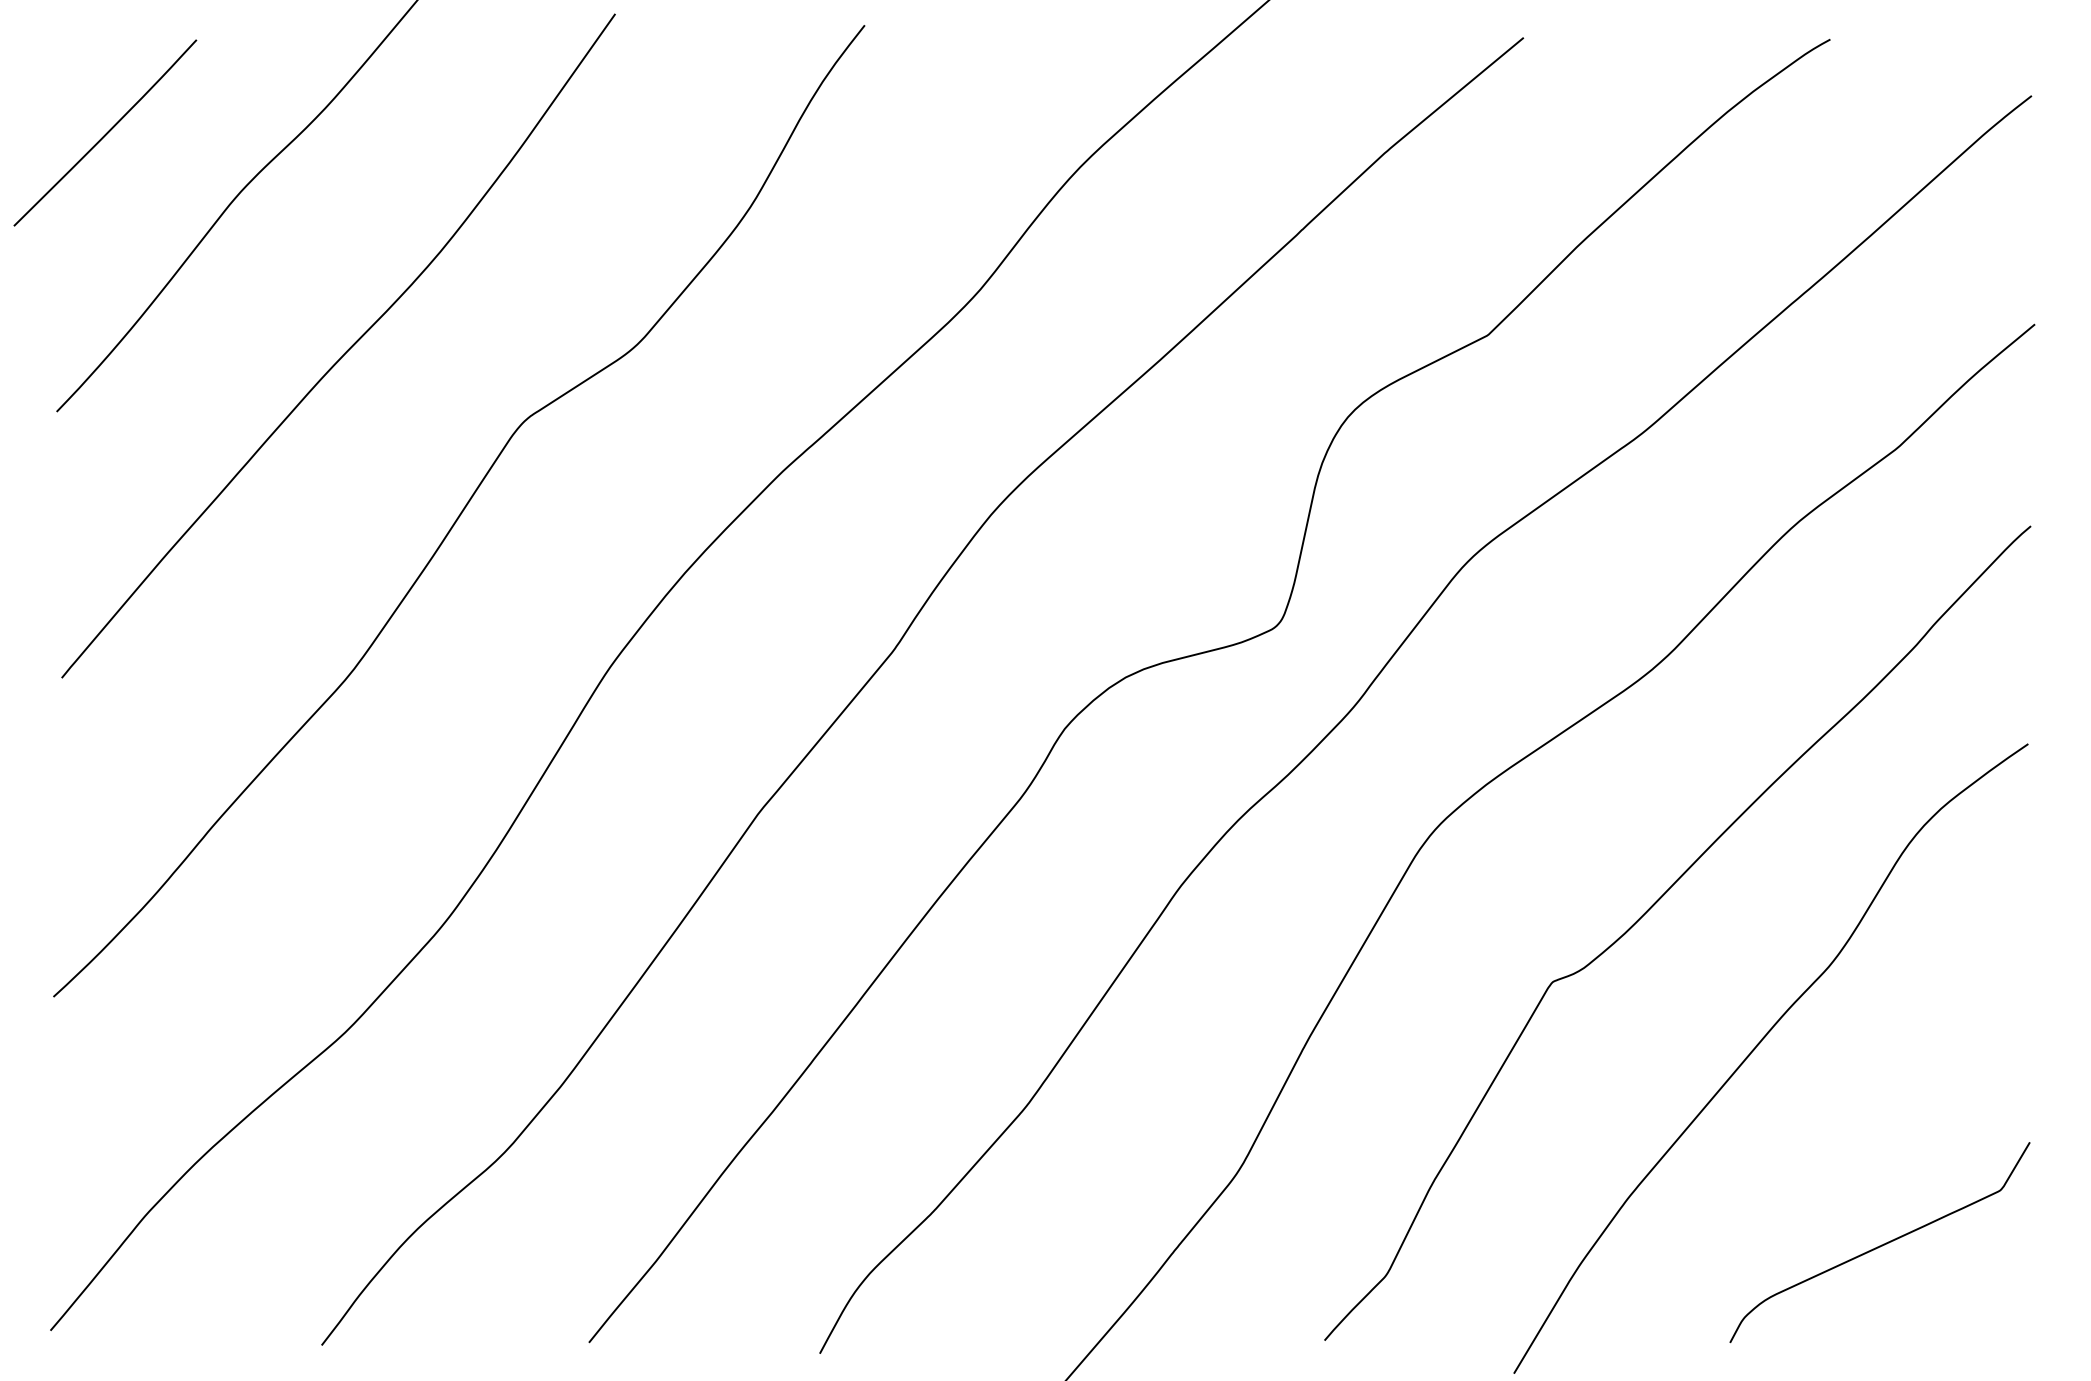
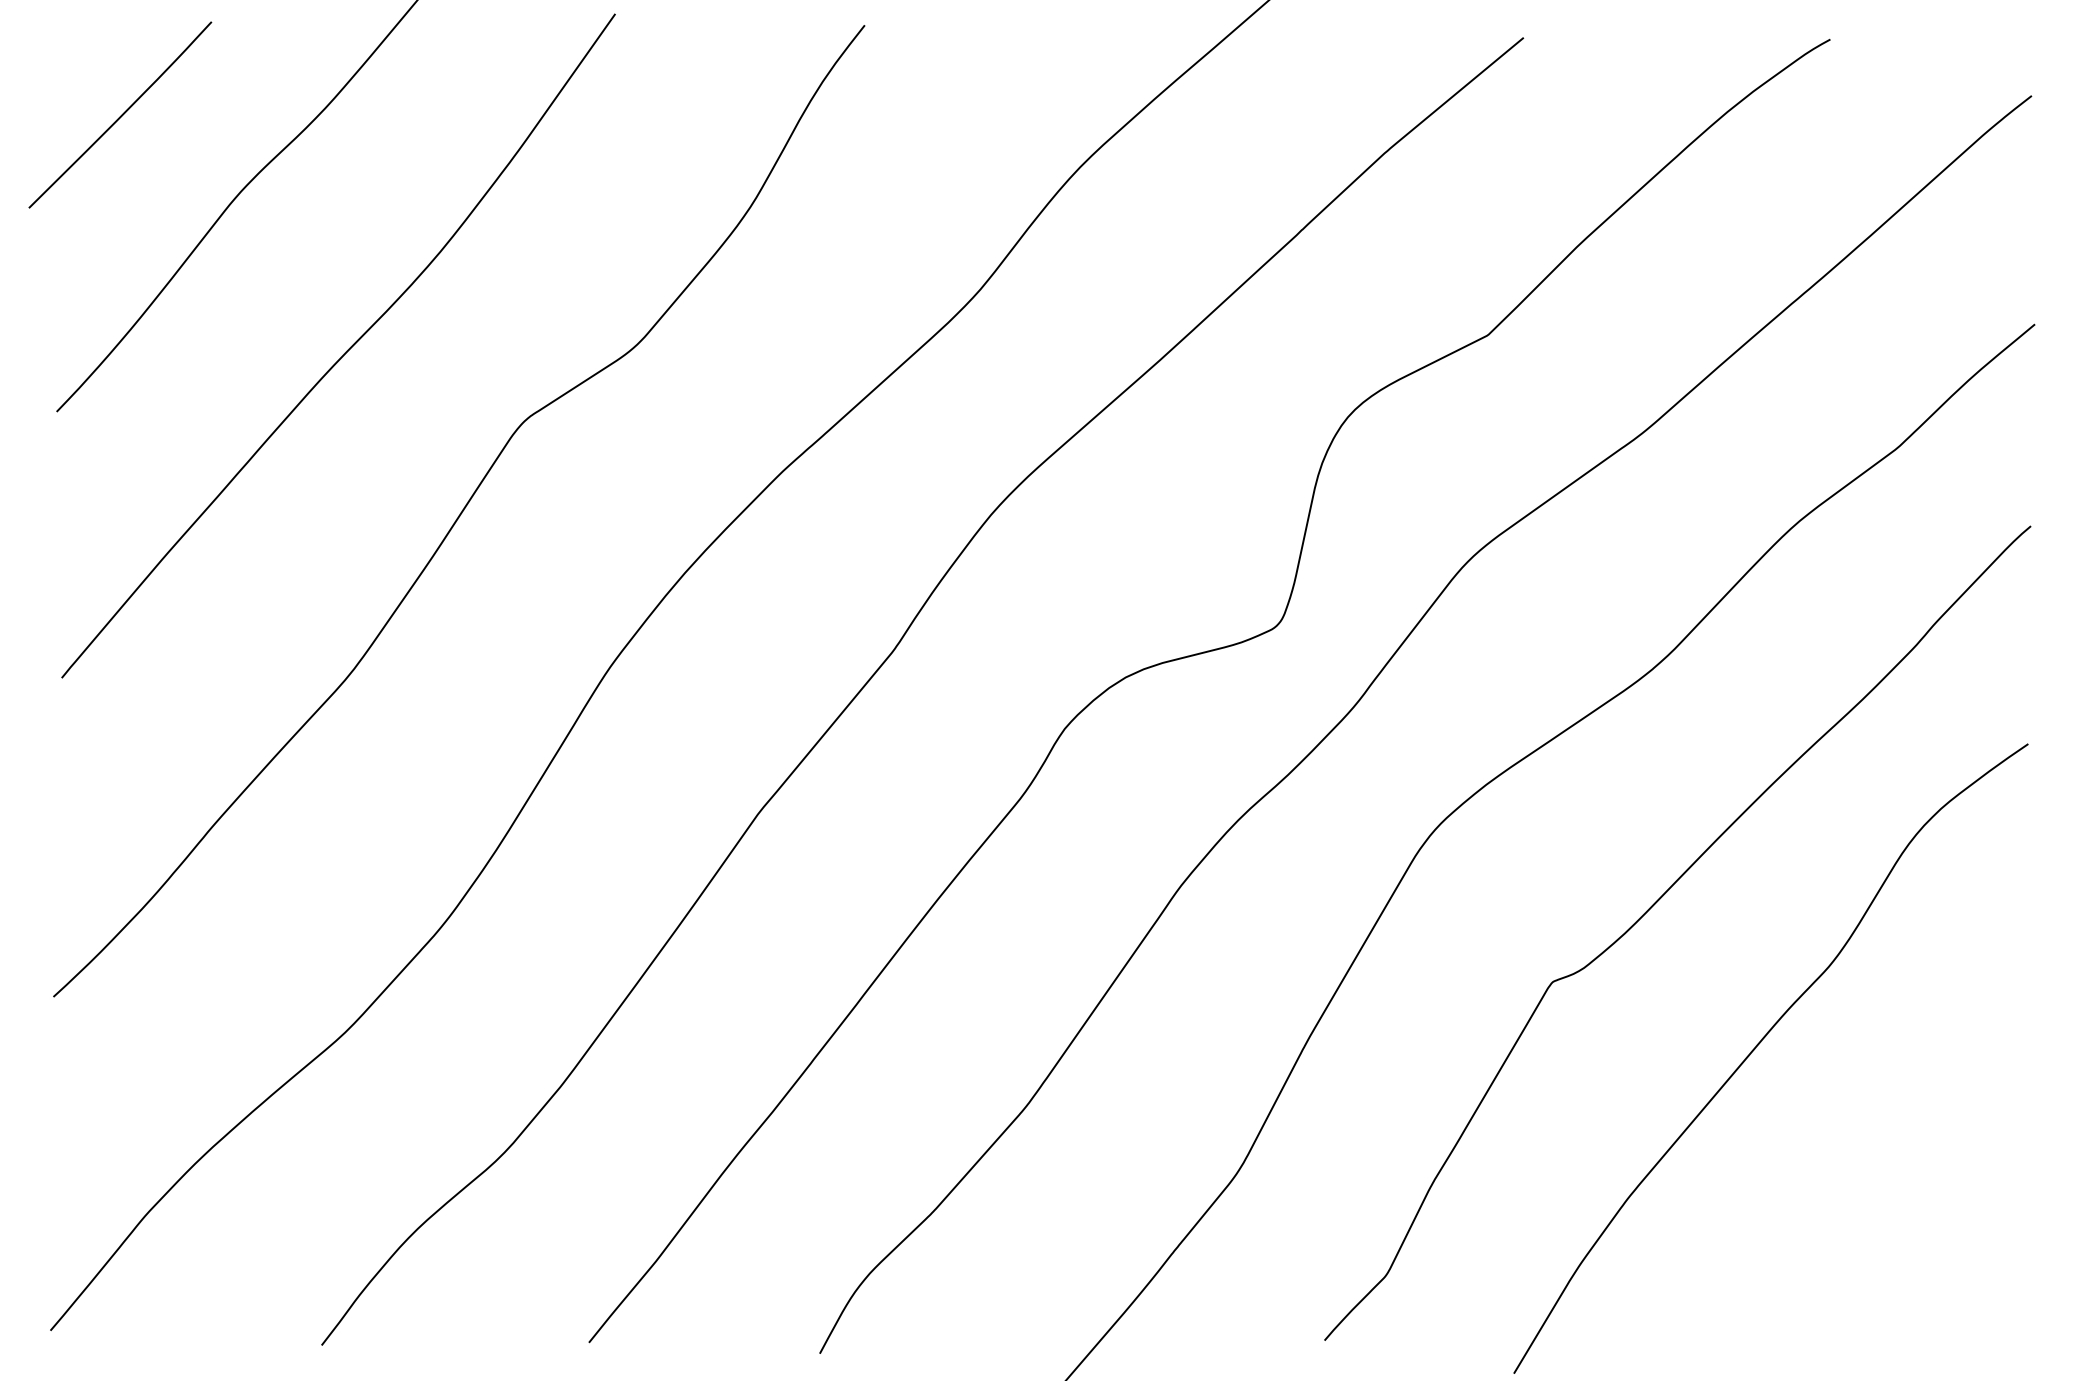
curve at (106, 132) position: (106, 132) -> (121, 114)
curve at (1881, 1244): present -> none
